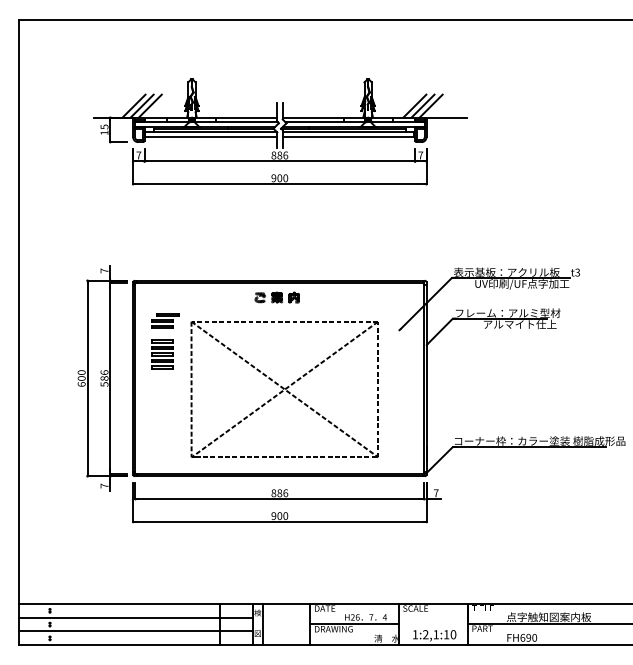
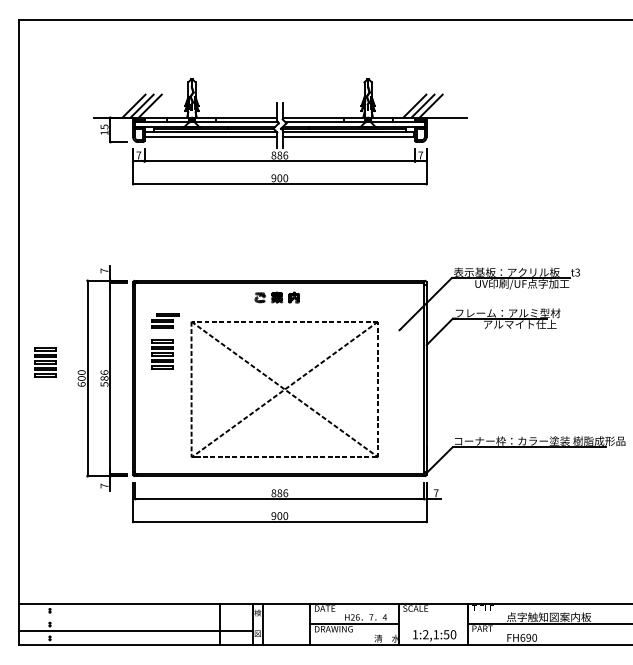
part at (45, 362): none -> present
line at (136, 617): present -> none
text at (446, 634): 1:2,1:10 -> 1:2,1:50
